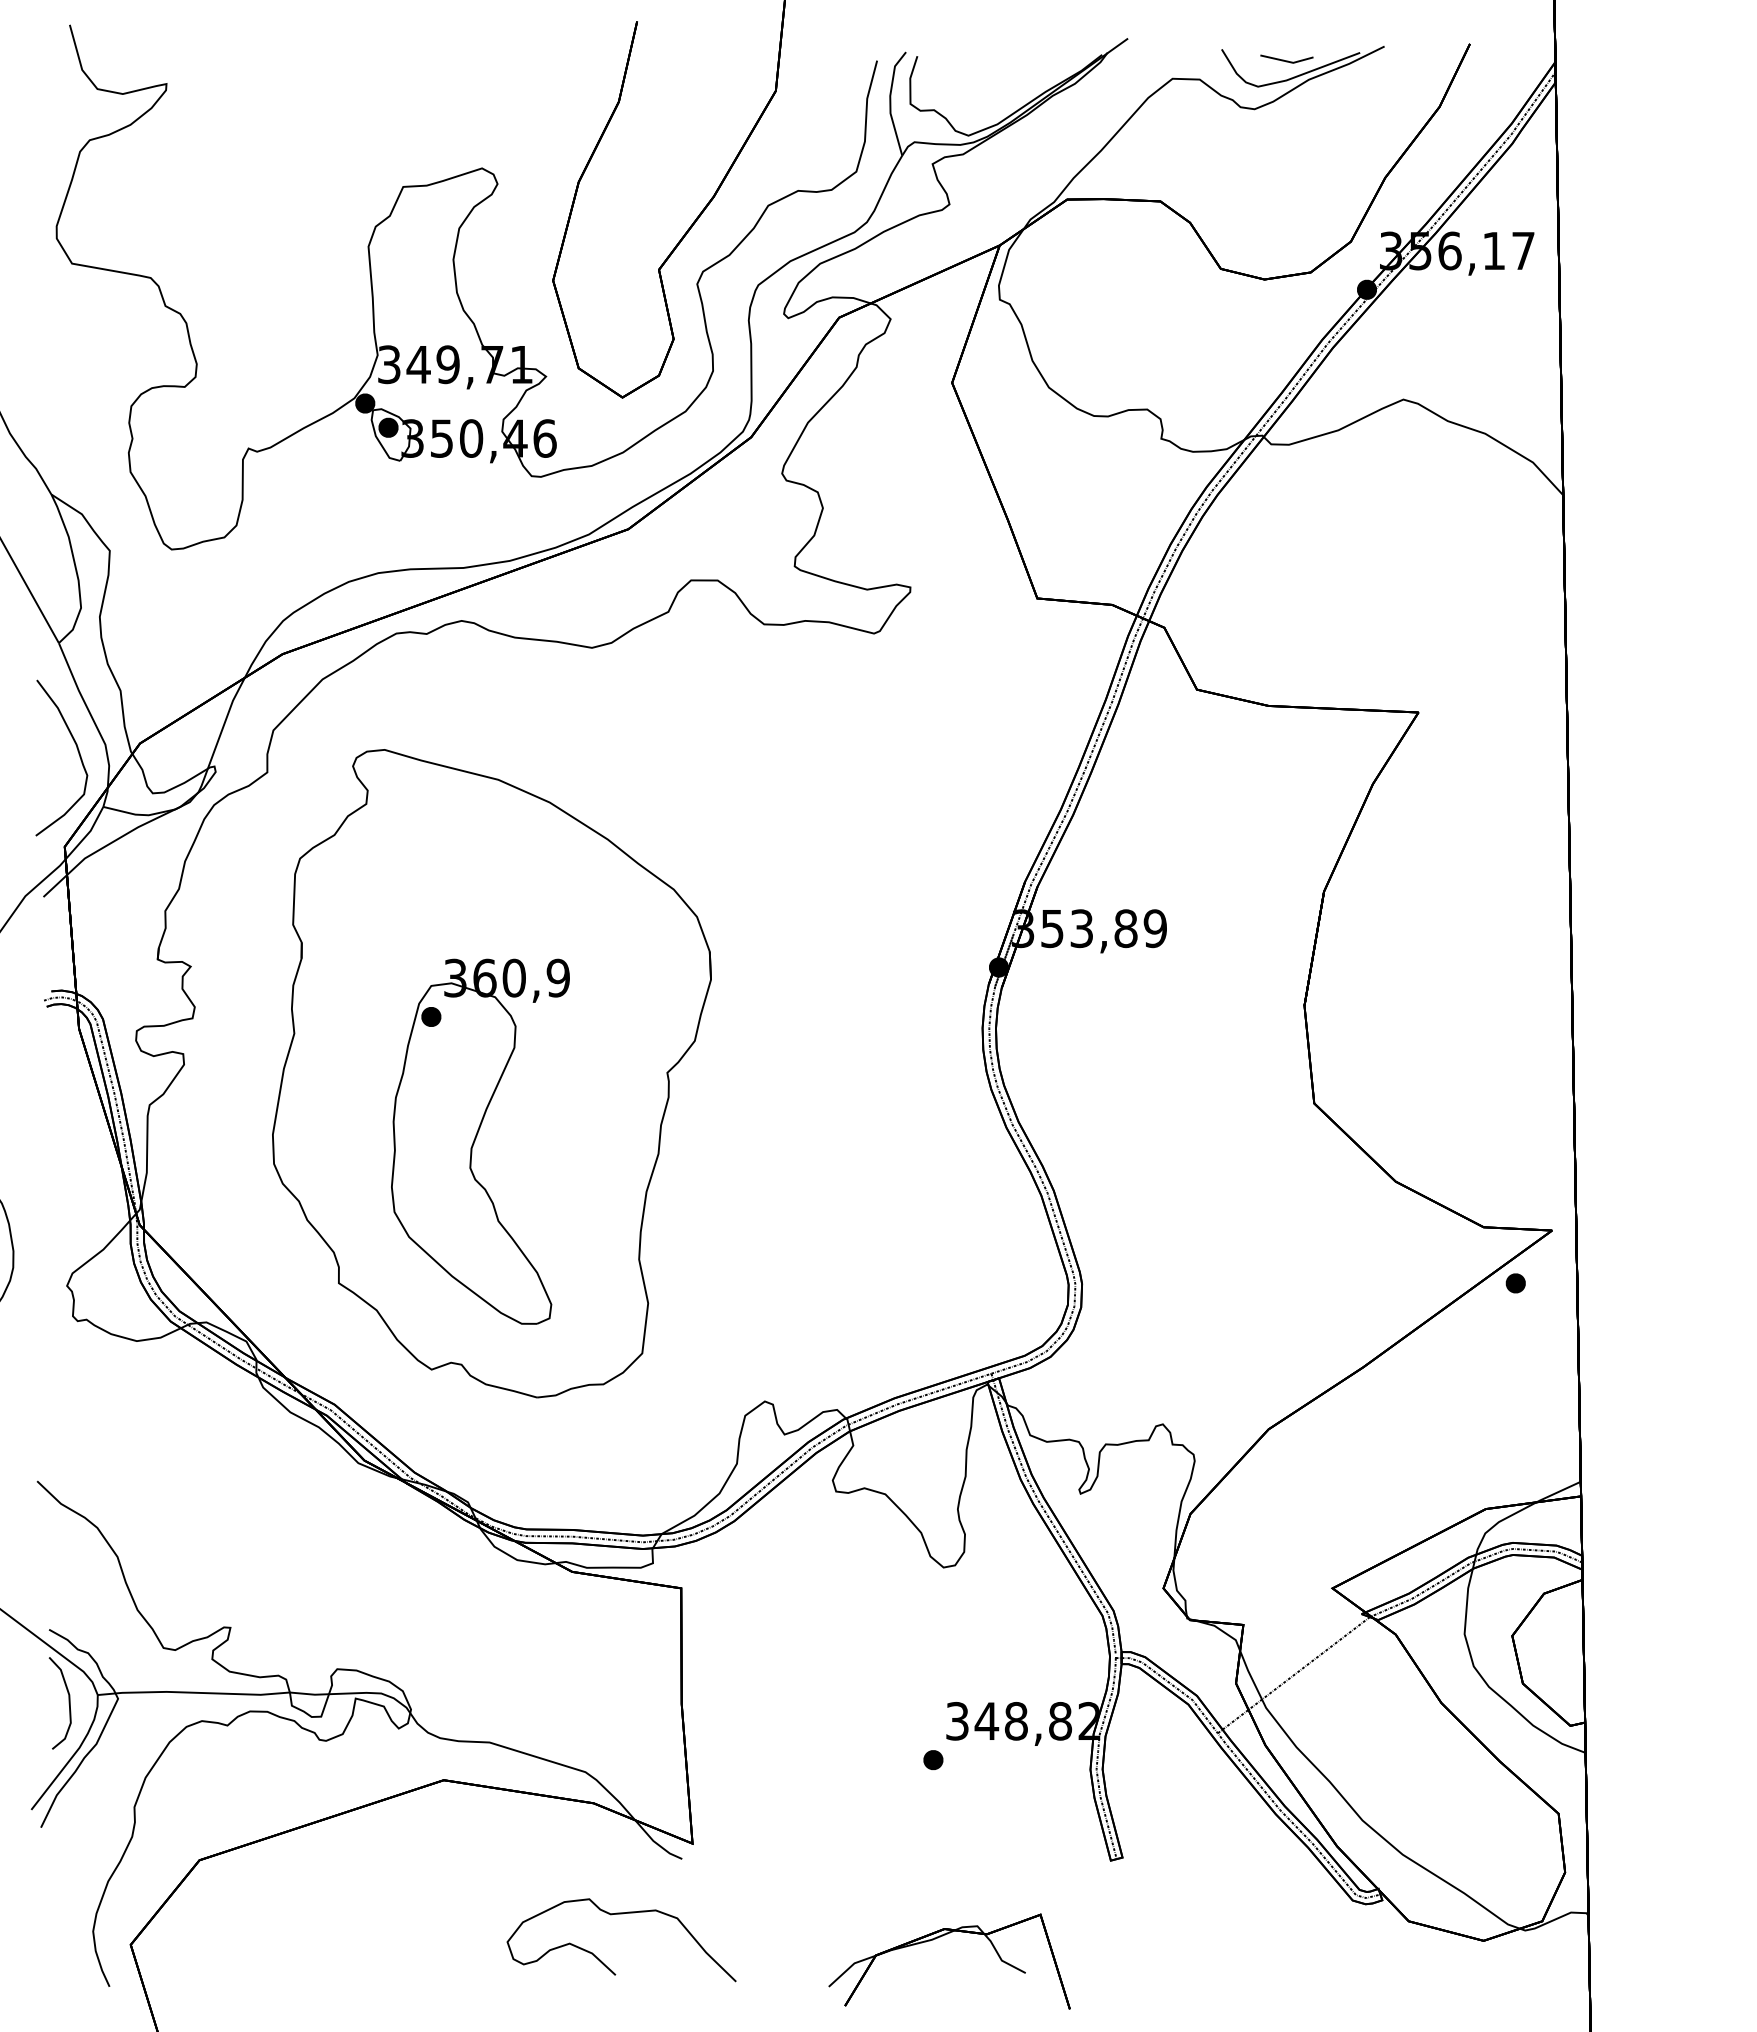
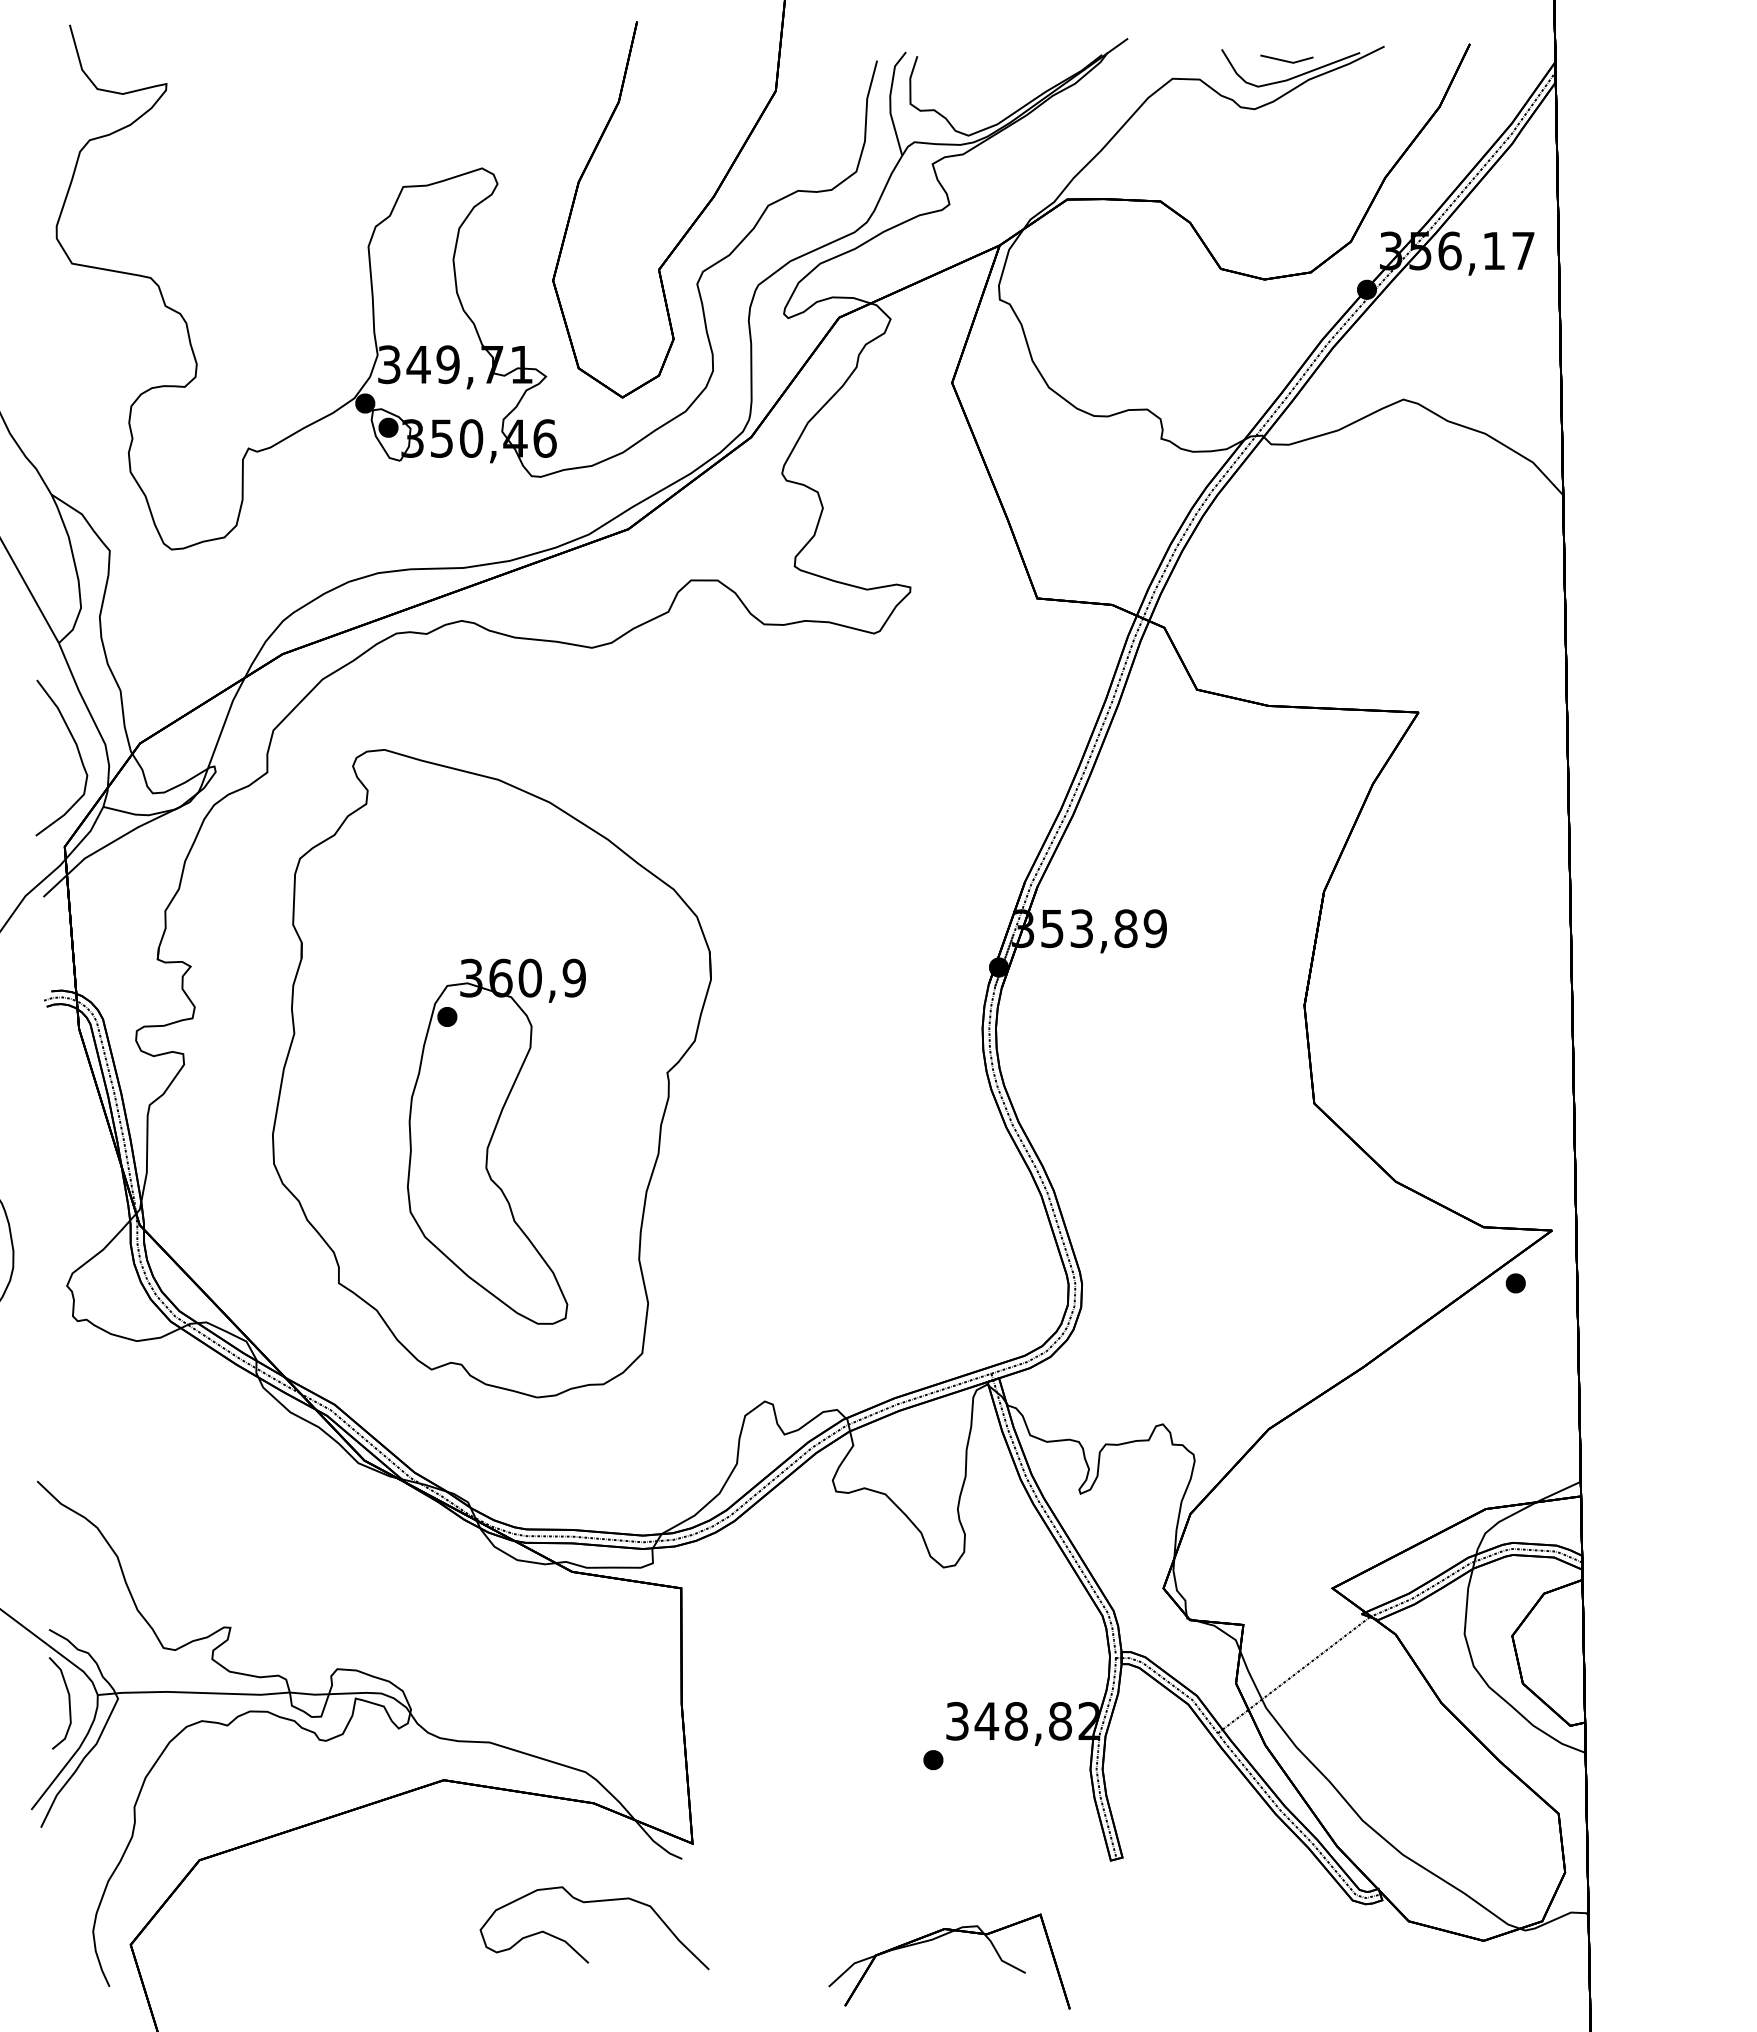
part at (480, 1141) position: (480, 1141) -> (496, 1141)
curve at (621, 1914) position: (621, 1914) -> (594, 1902)
